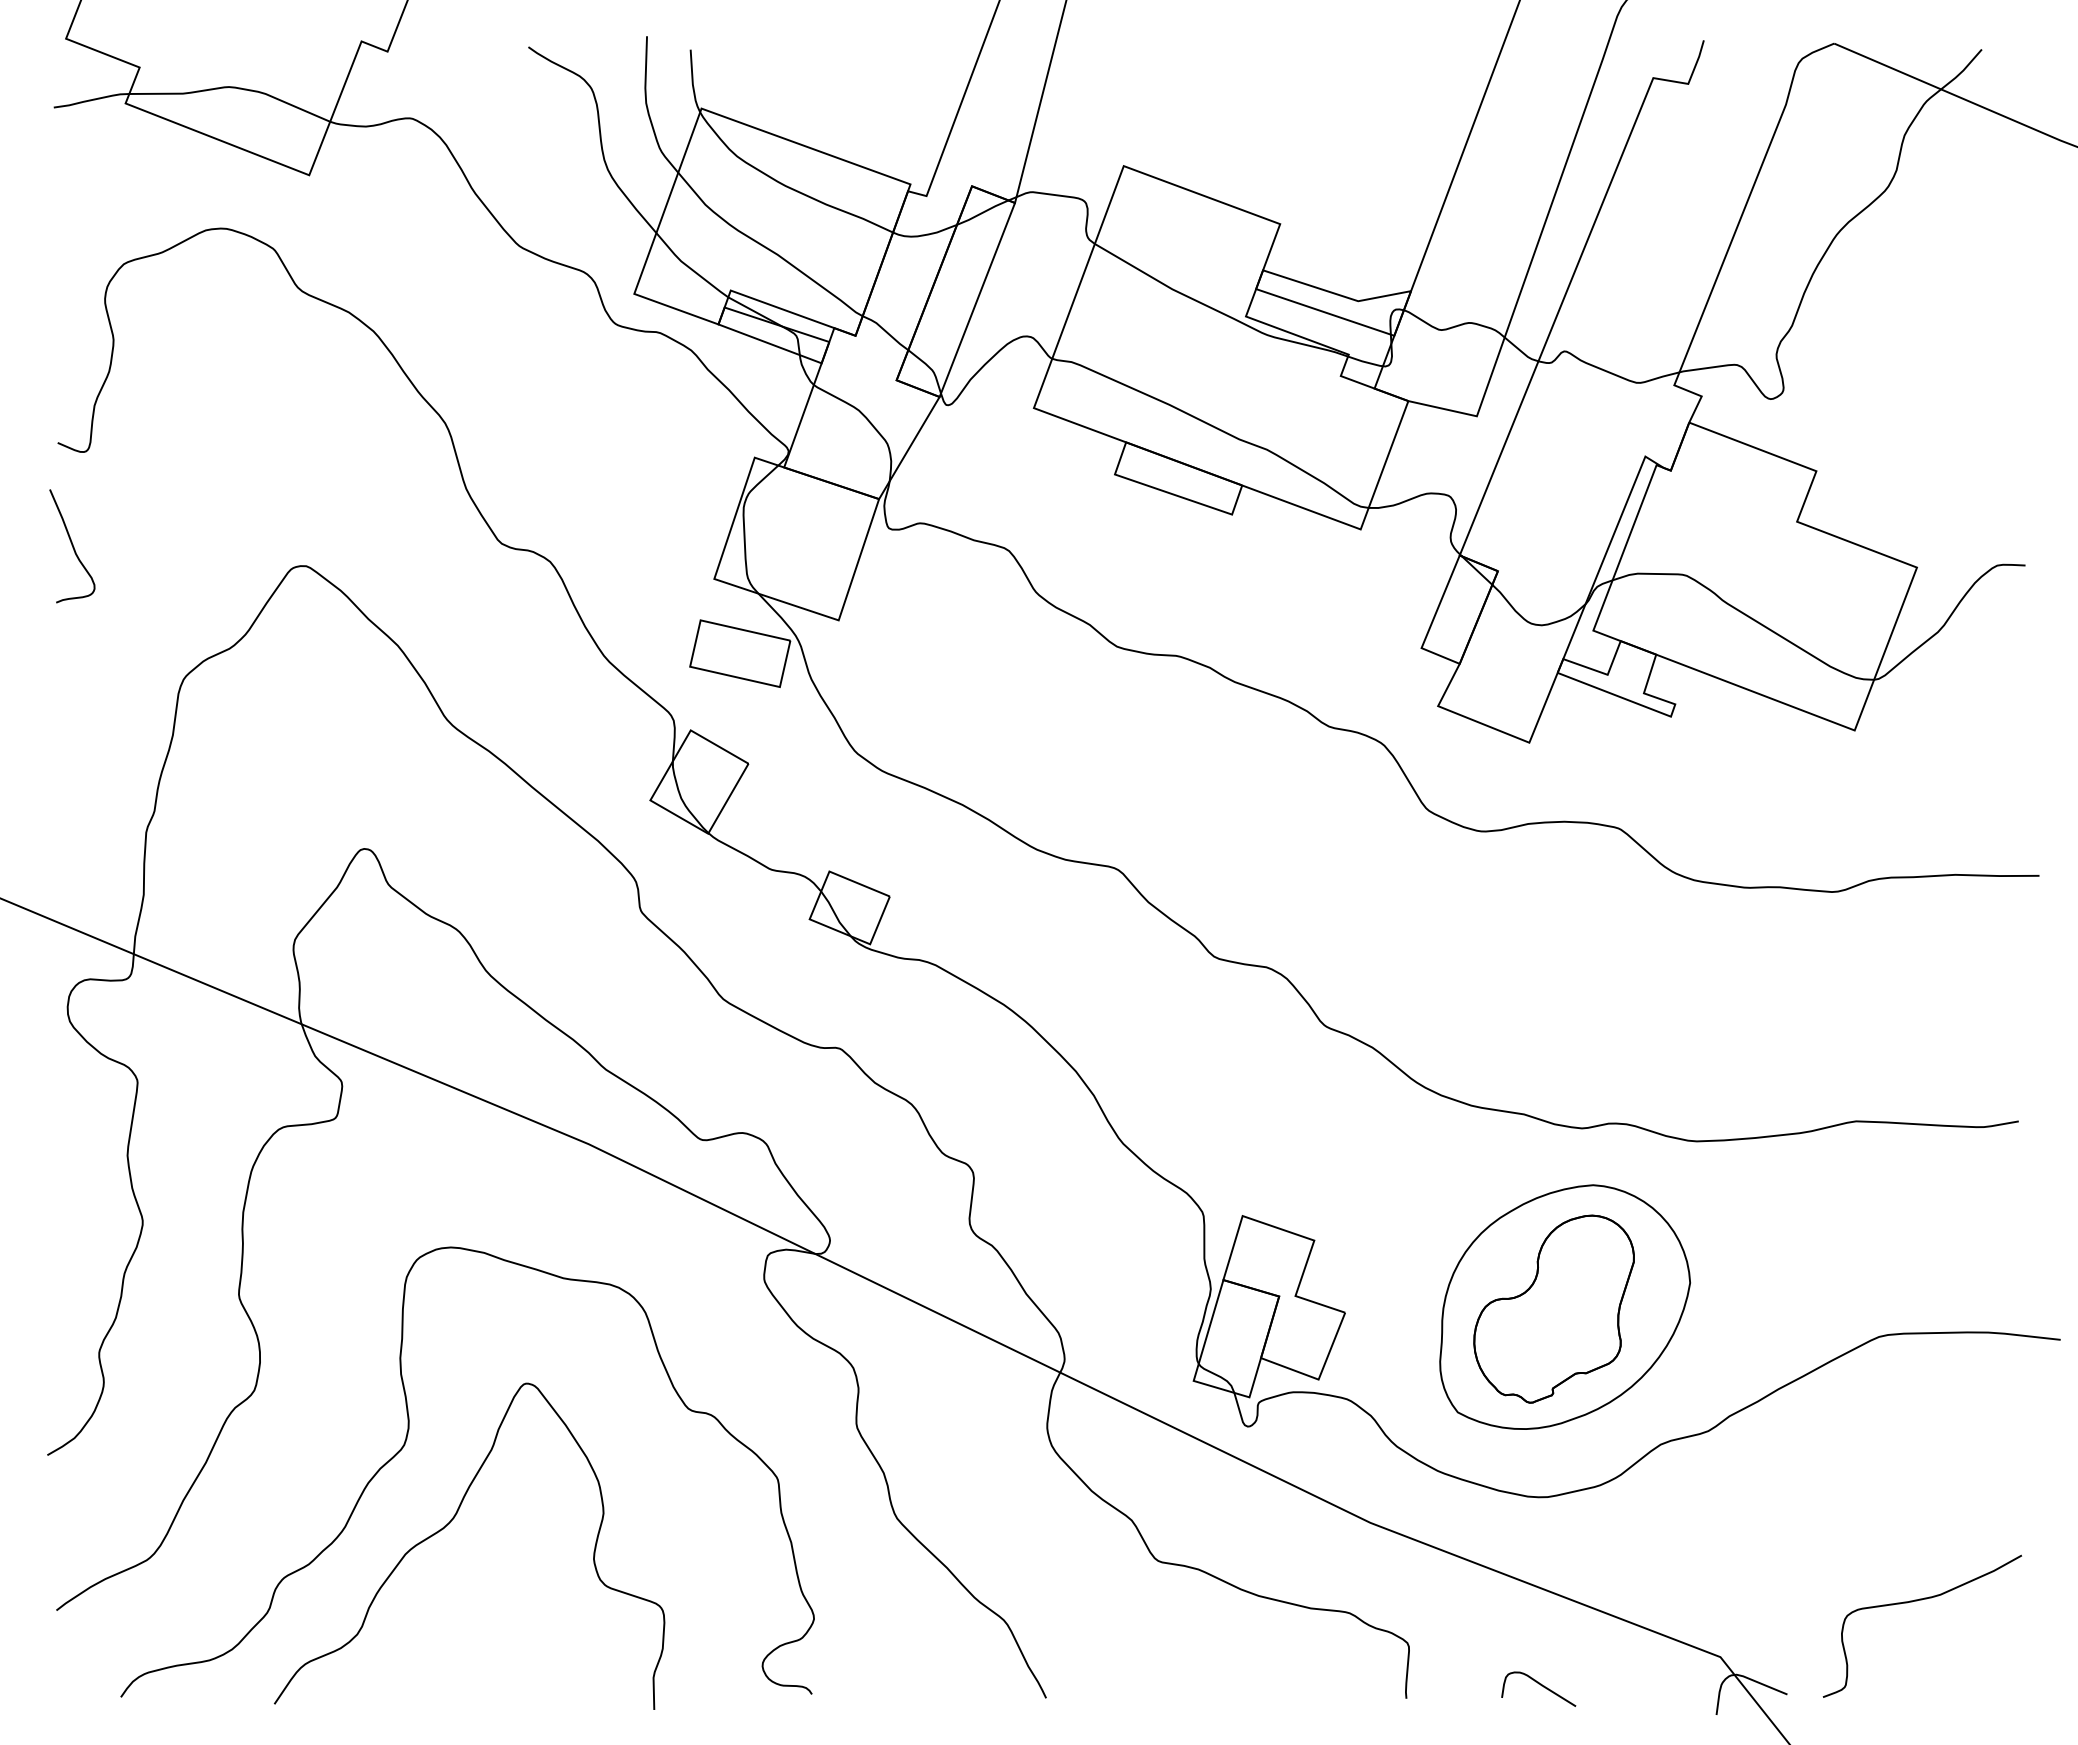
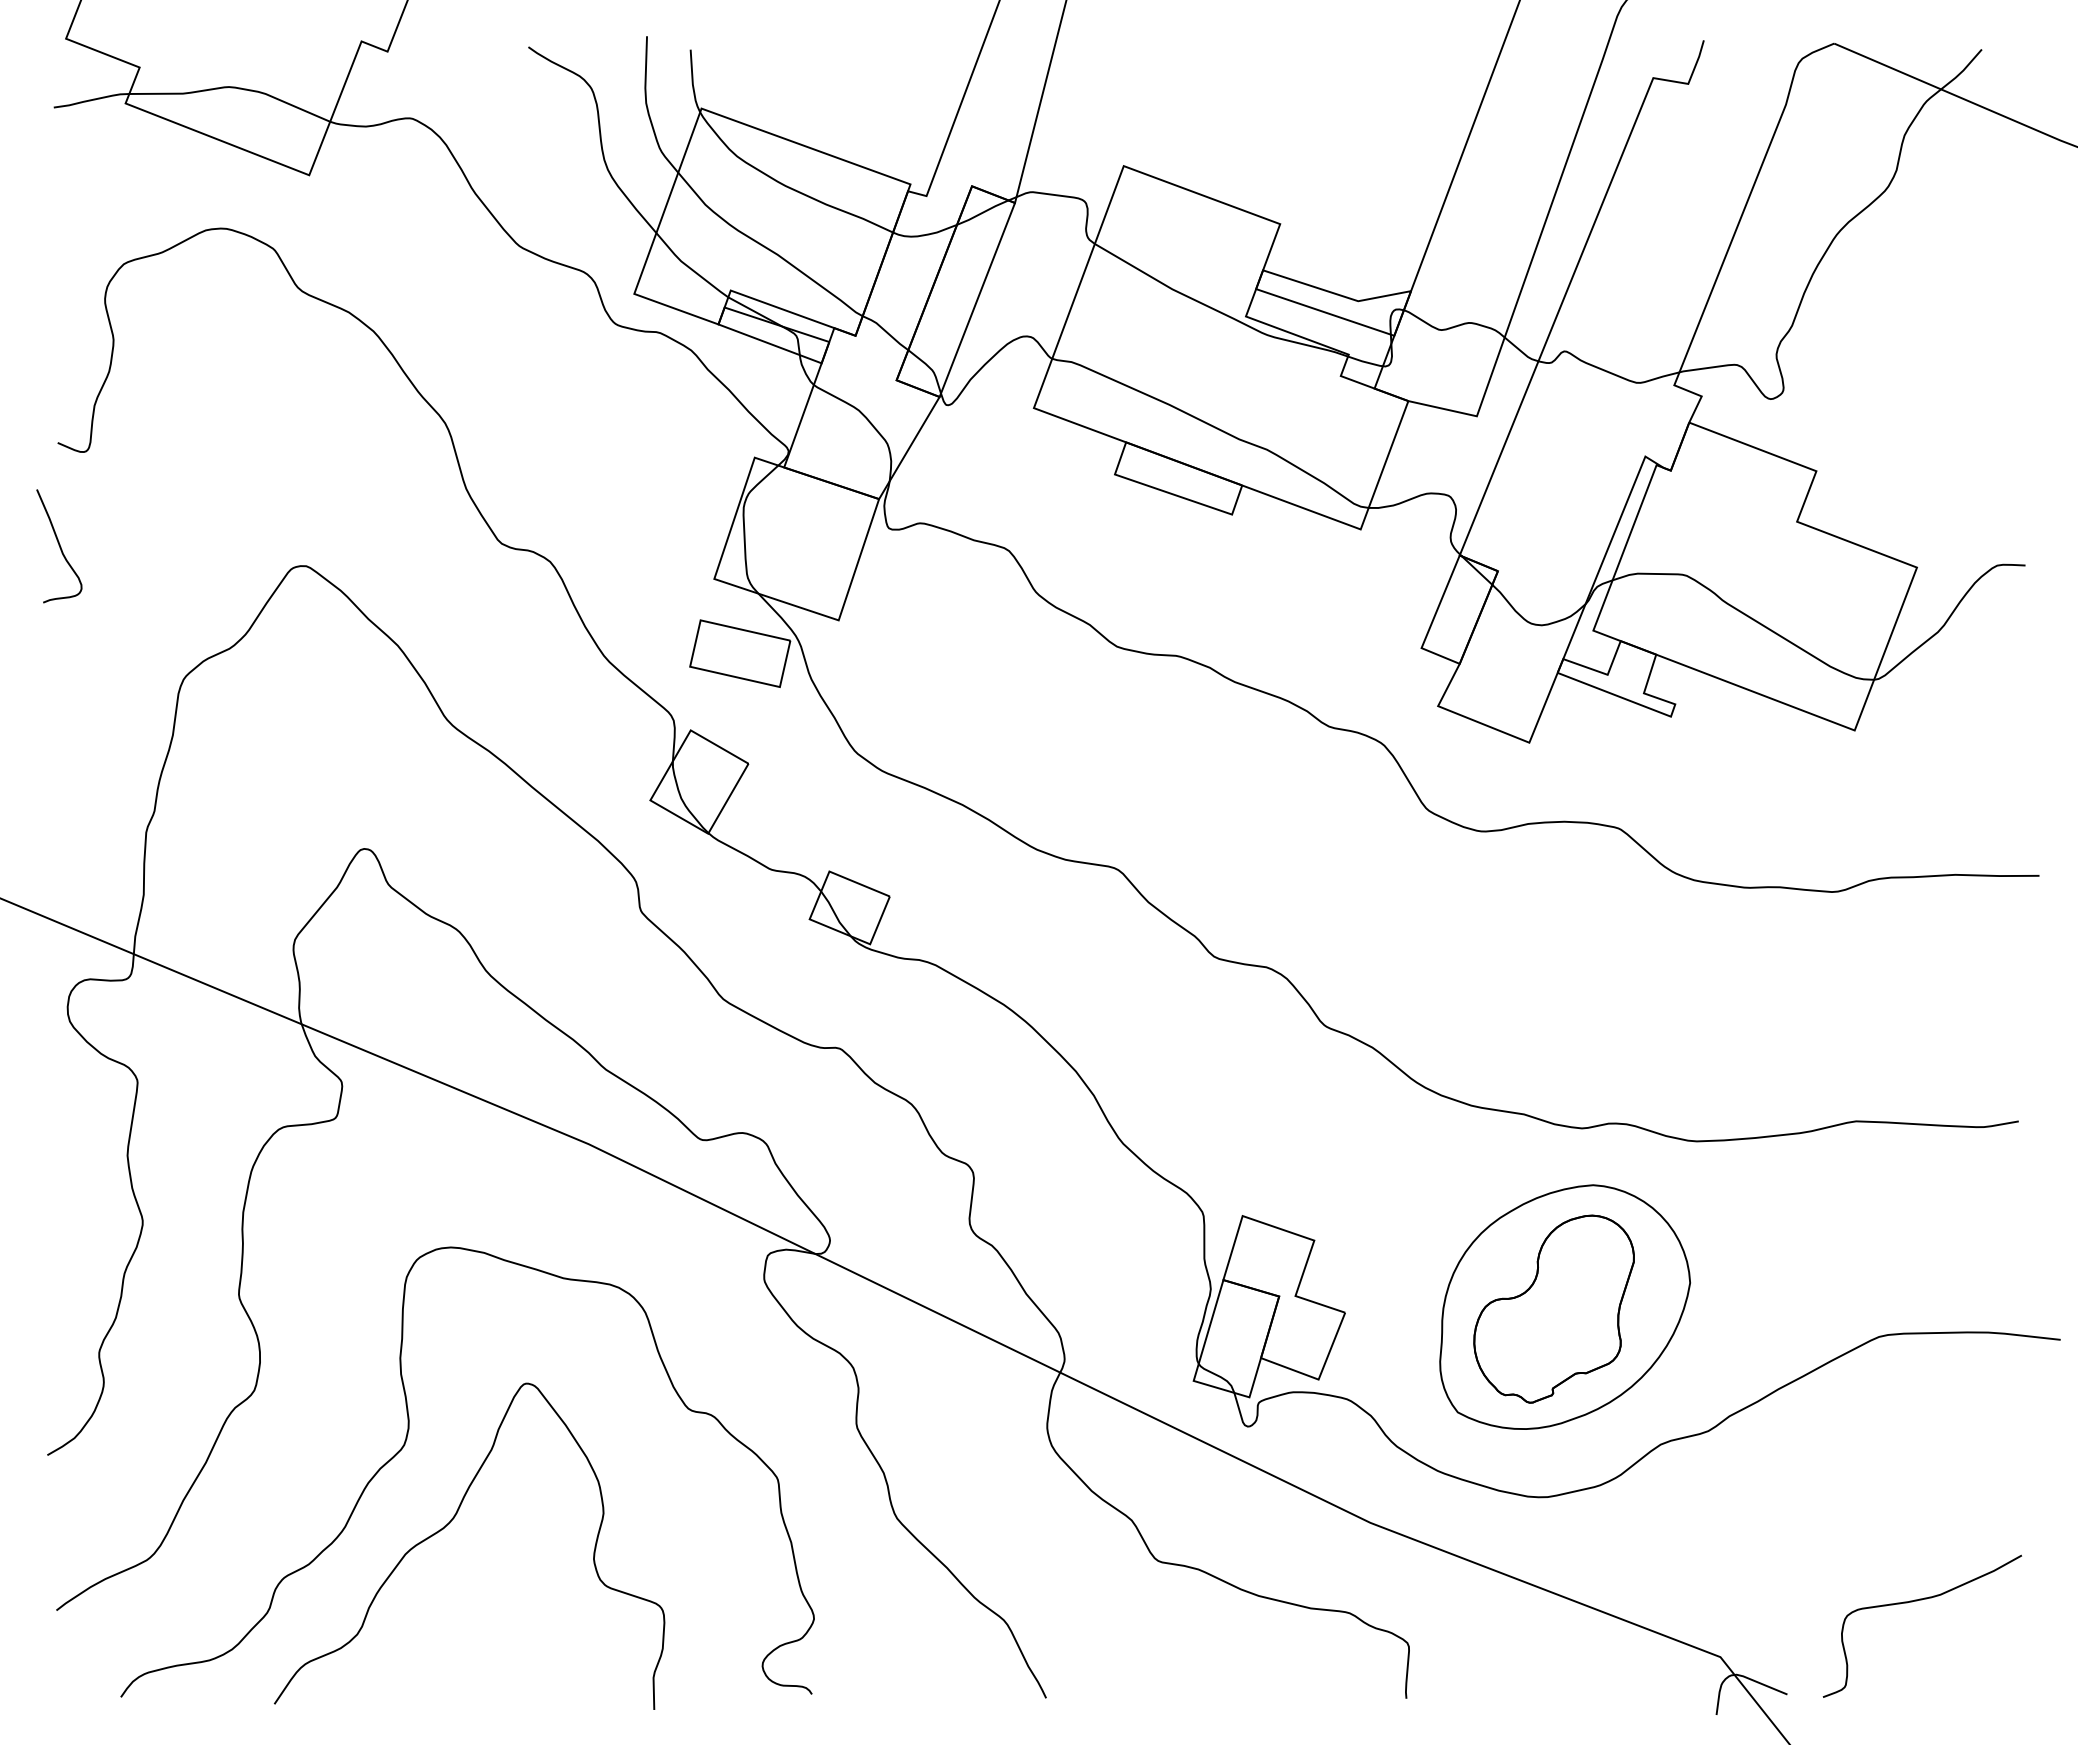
curve at (72, 546) position: (72, 546) -> (59, 546)
curve at (1540, 1685): present -> none
